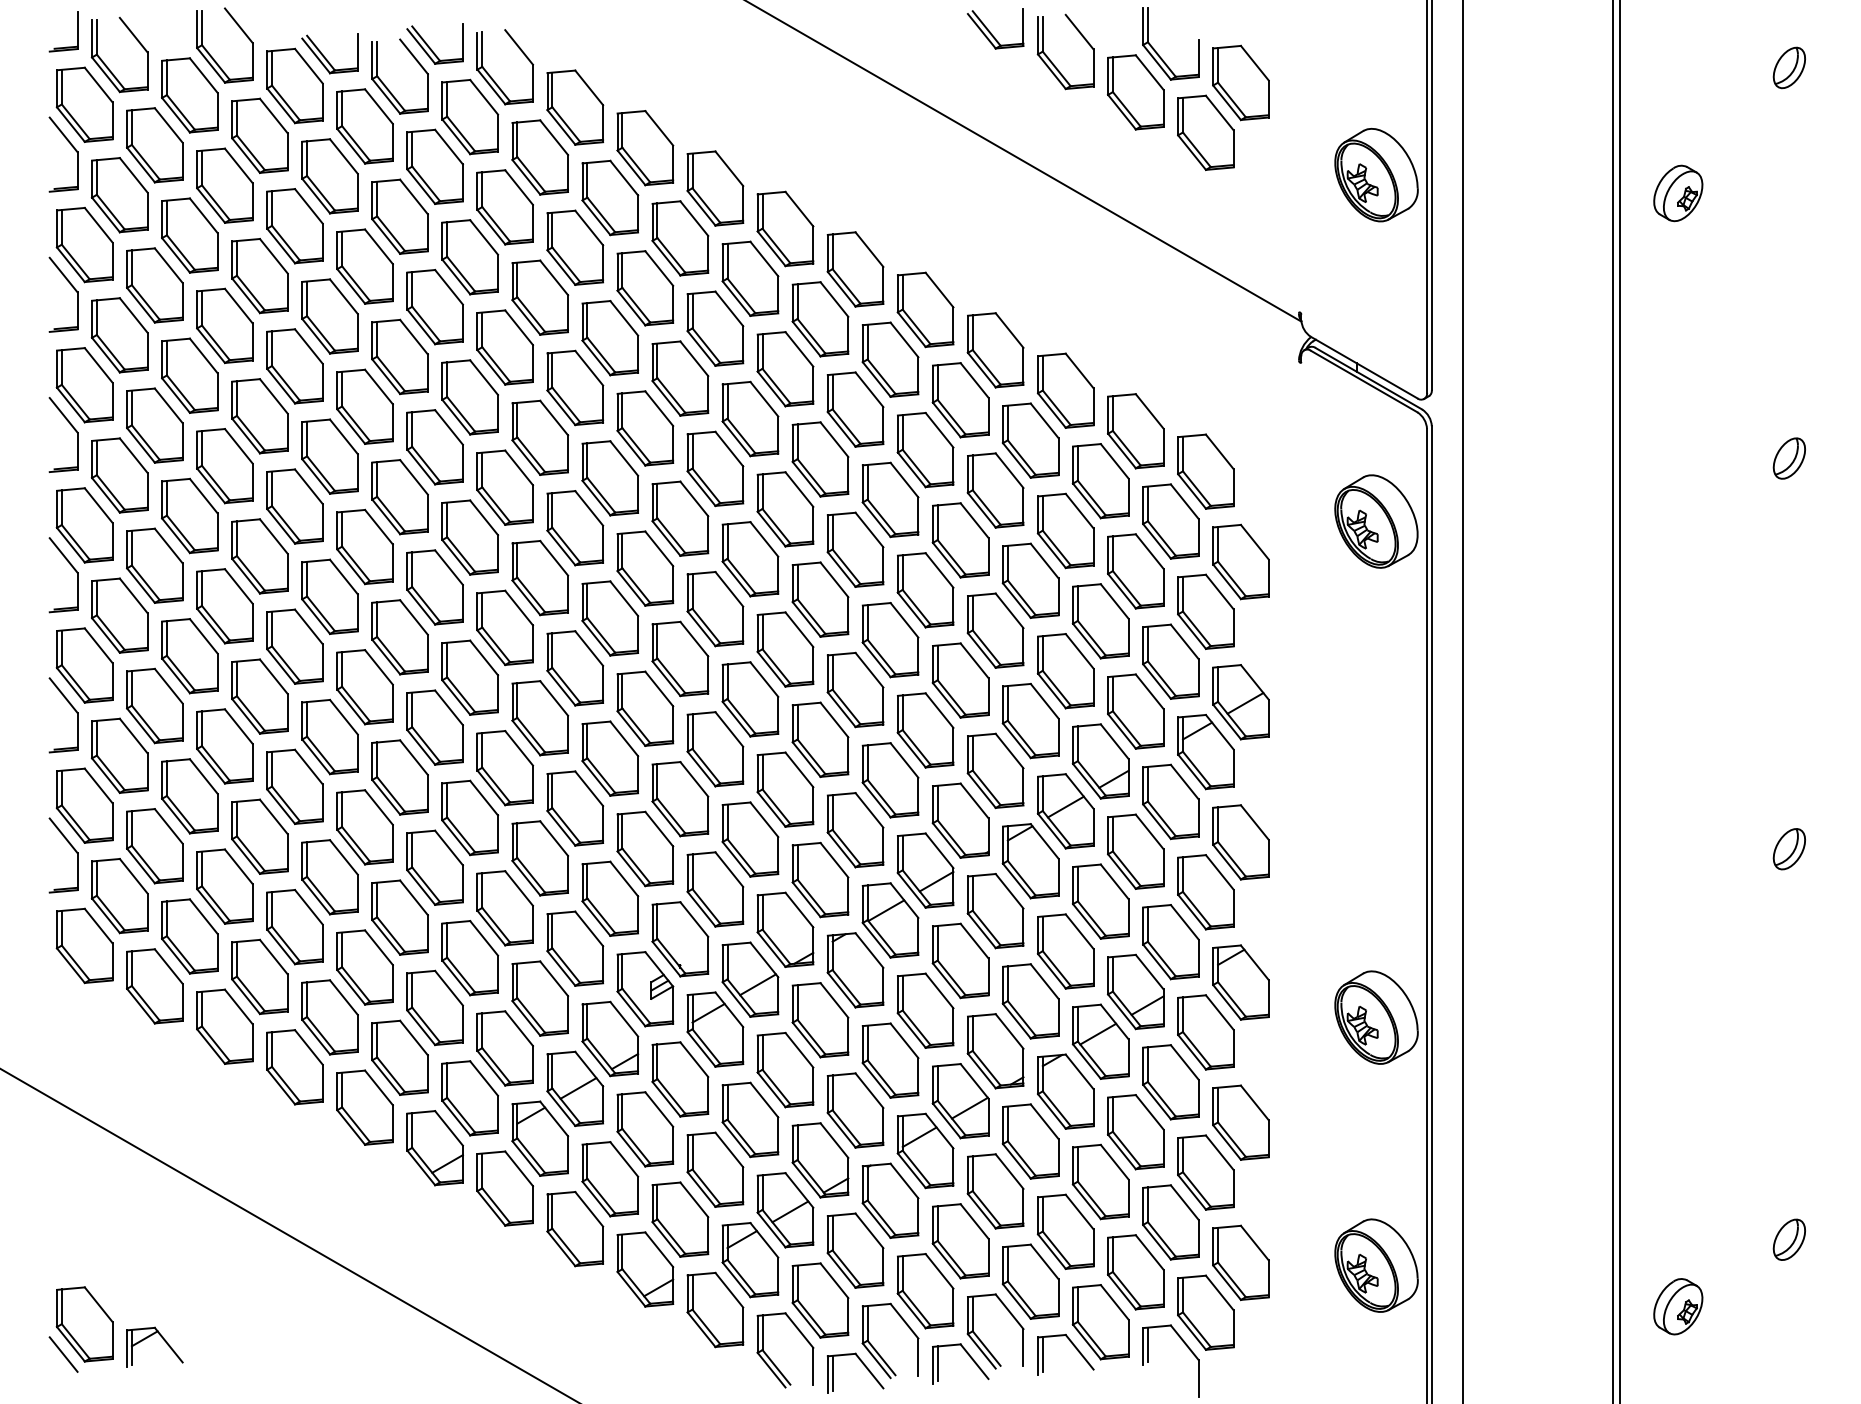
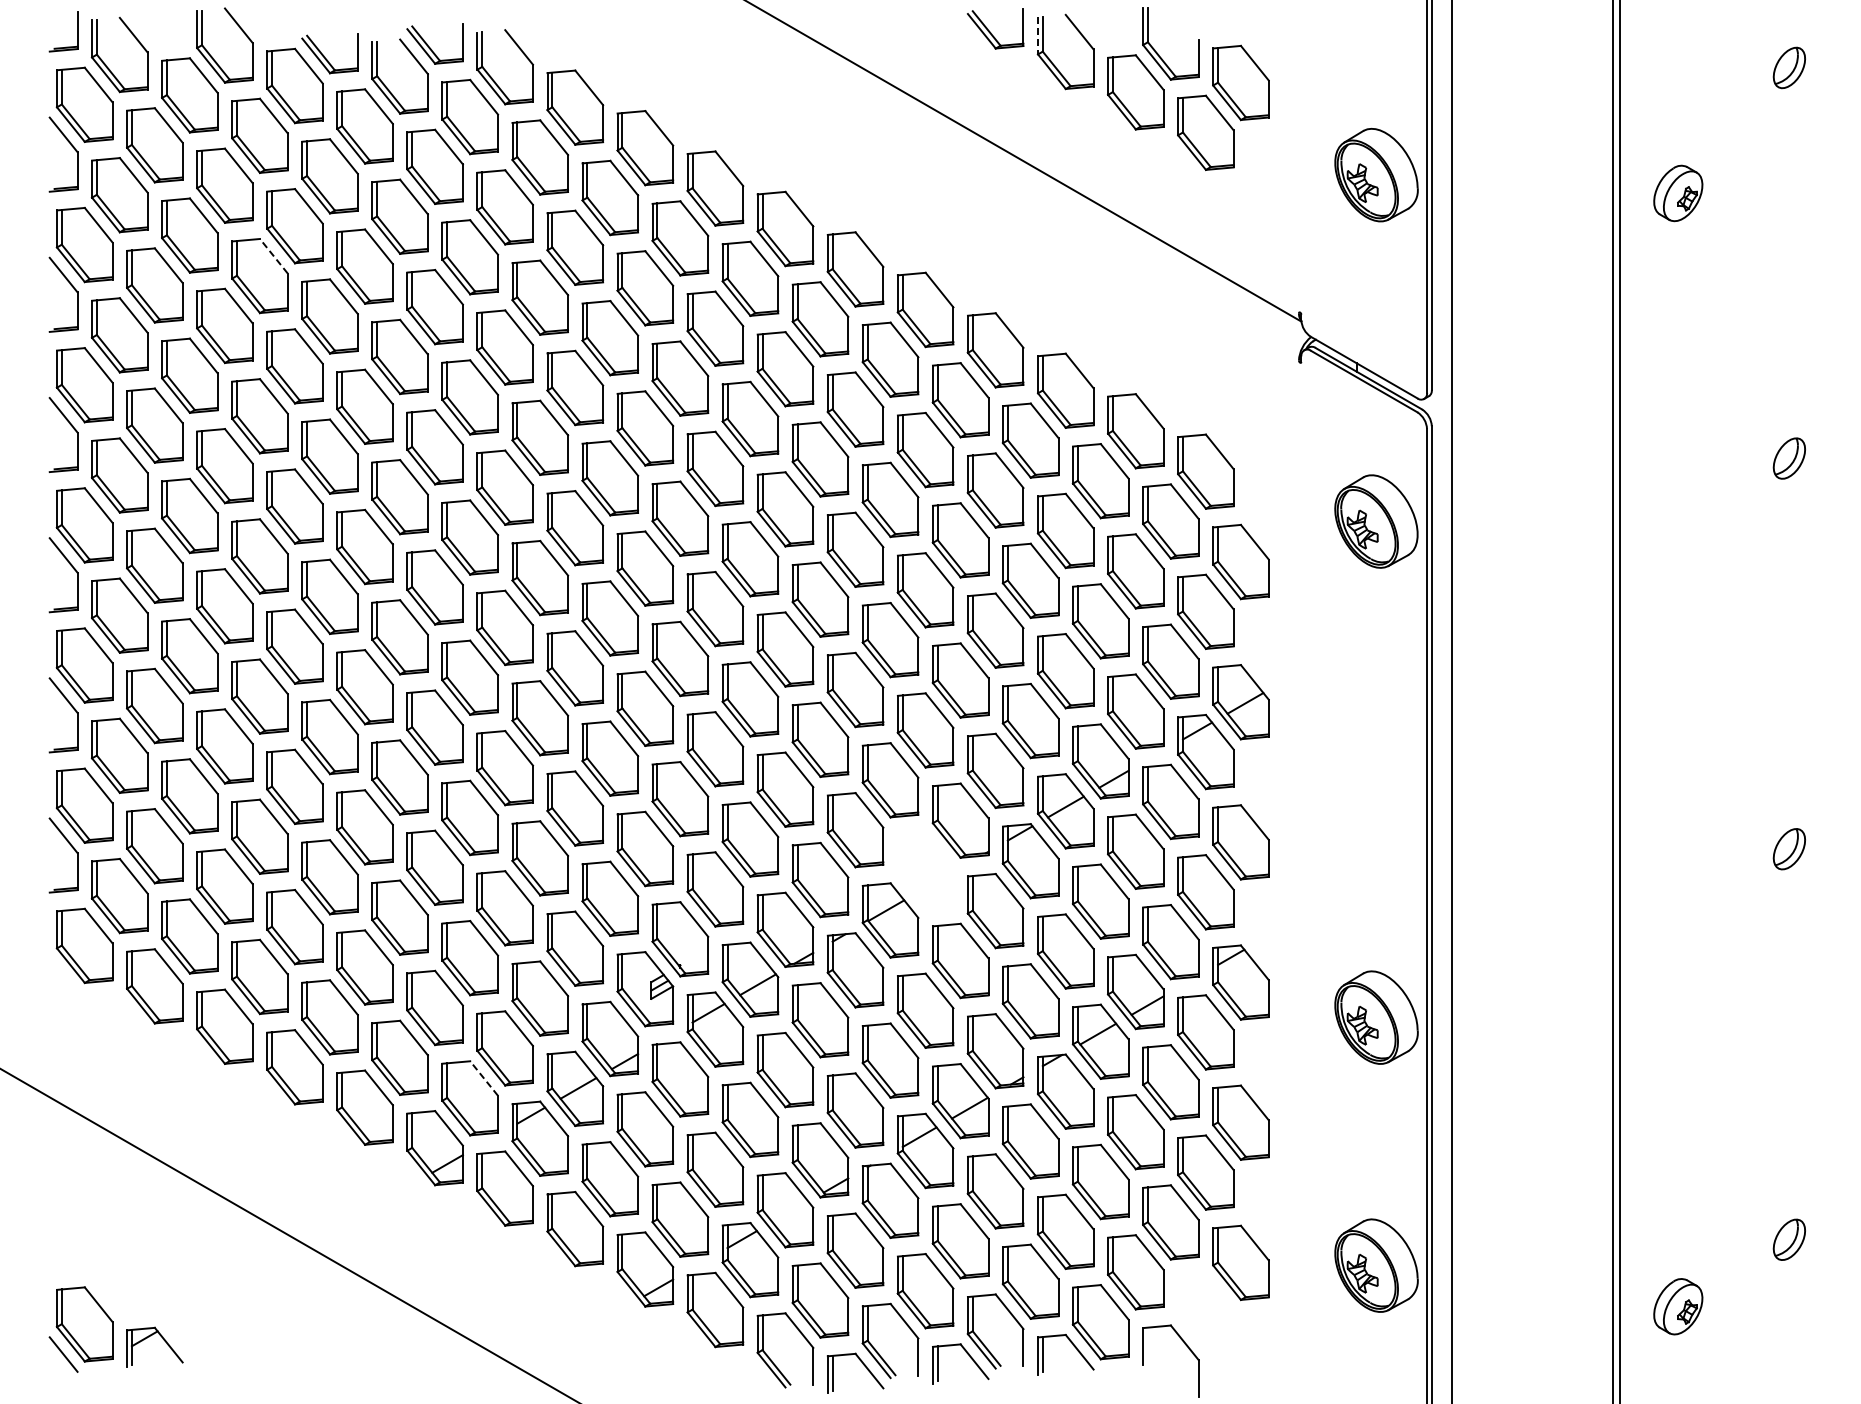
line at (1038, 35): solid -> dashed
line at (273, 255): solid -> dashed
line at (1463, 701) position: (1463, 701) -> (1452, 701)
part at (925, 870): present -> none
line at (483, 1078): solid -> dashed
line at (790, 1211): present -> none
part at (1205, 1312): present -> none
line at (1147, 1344): present -> none
